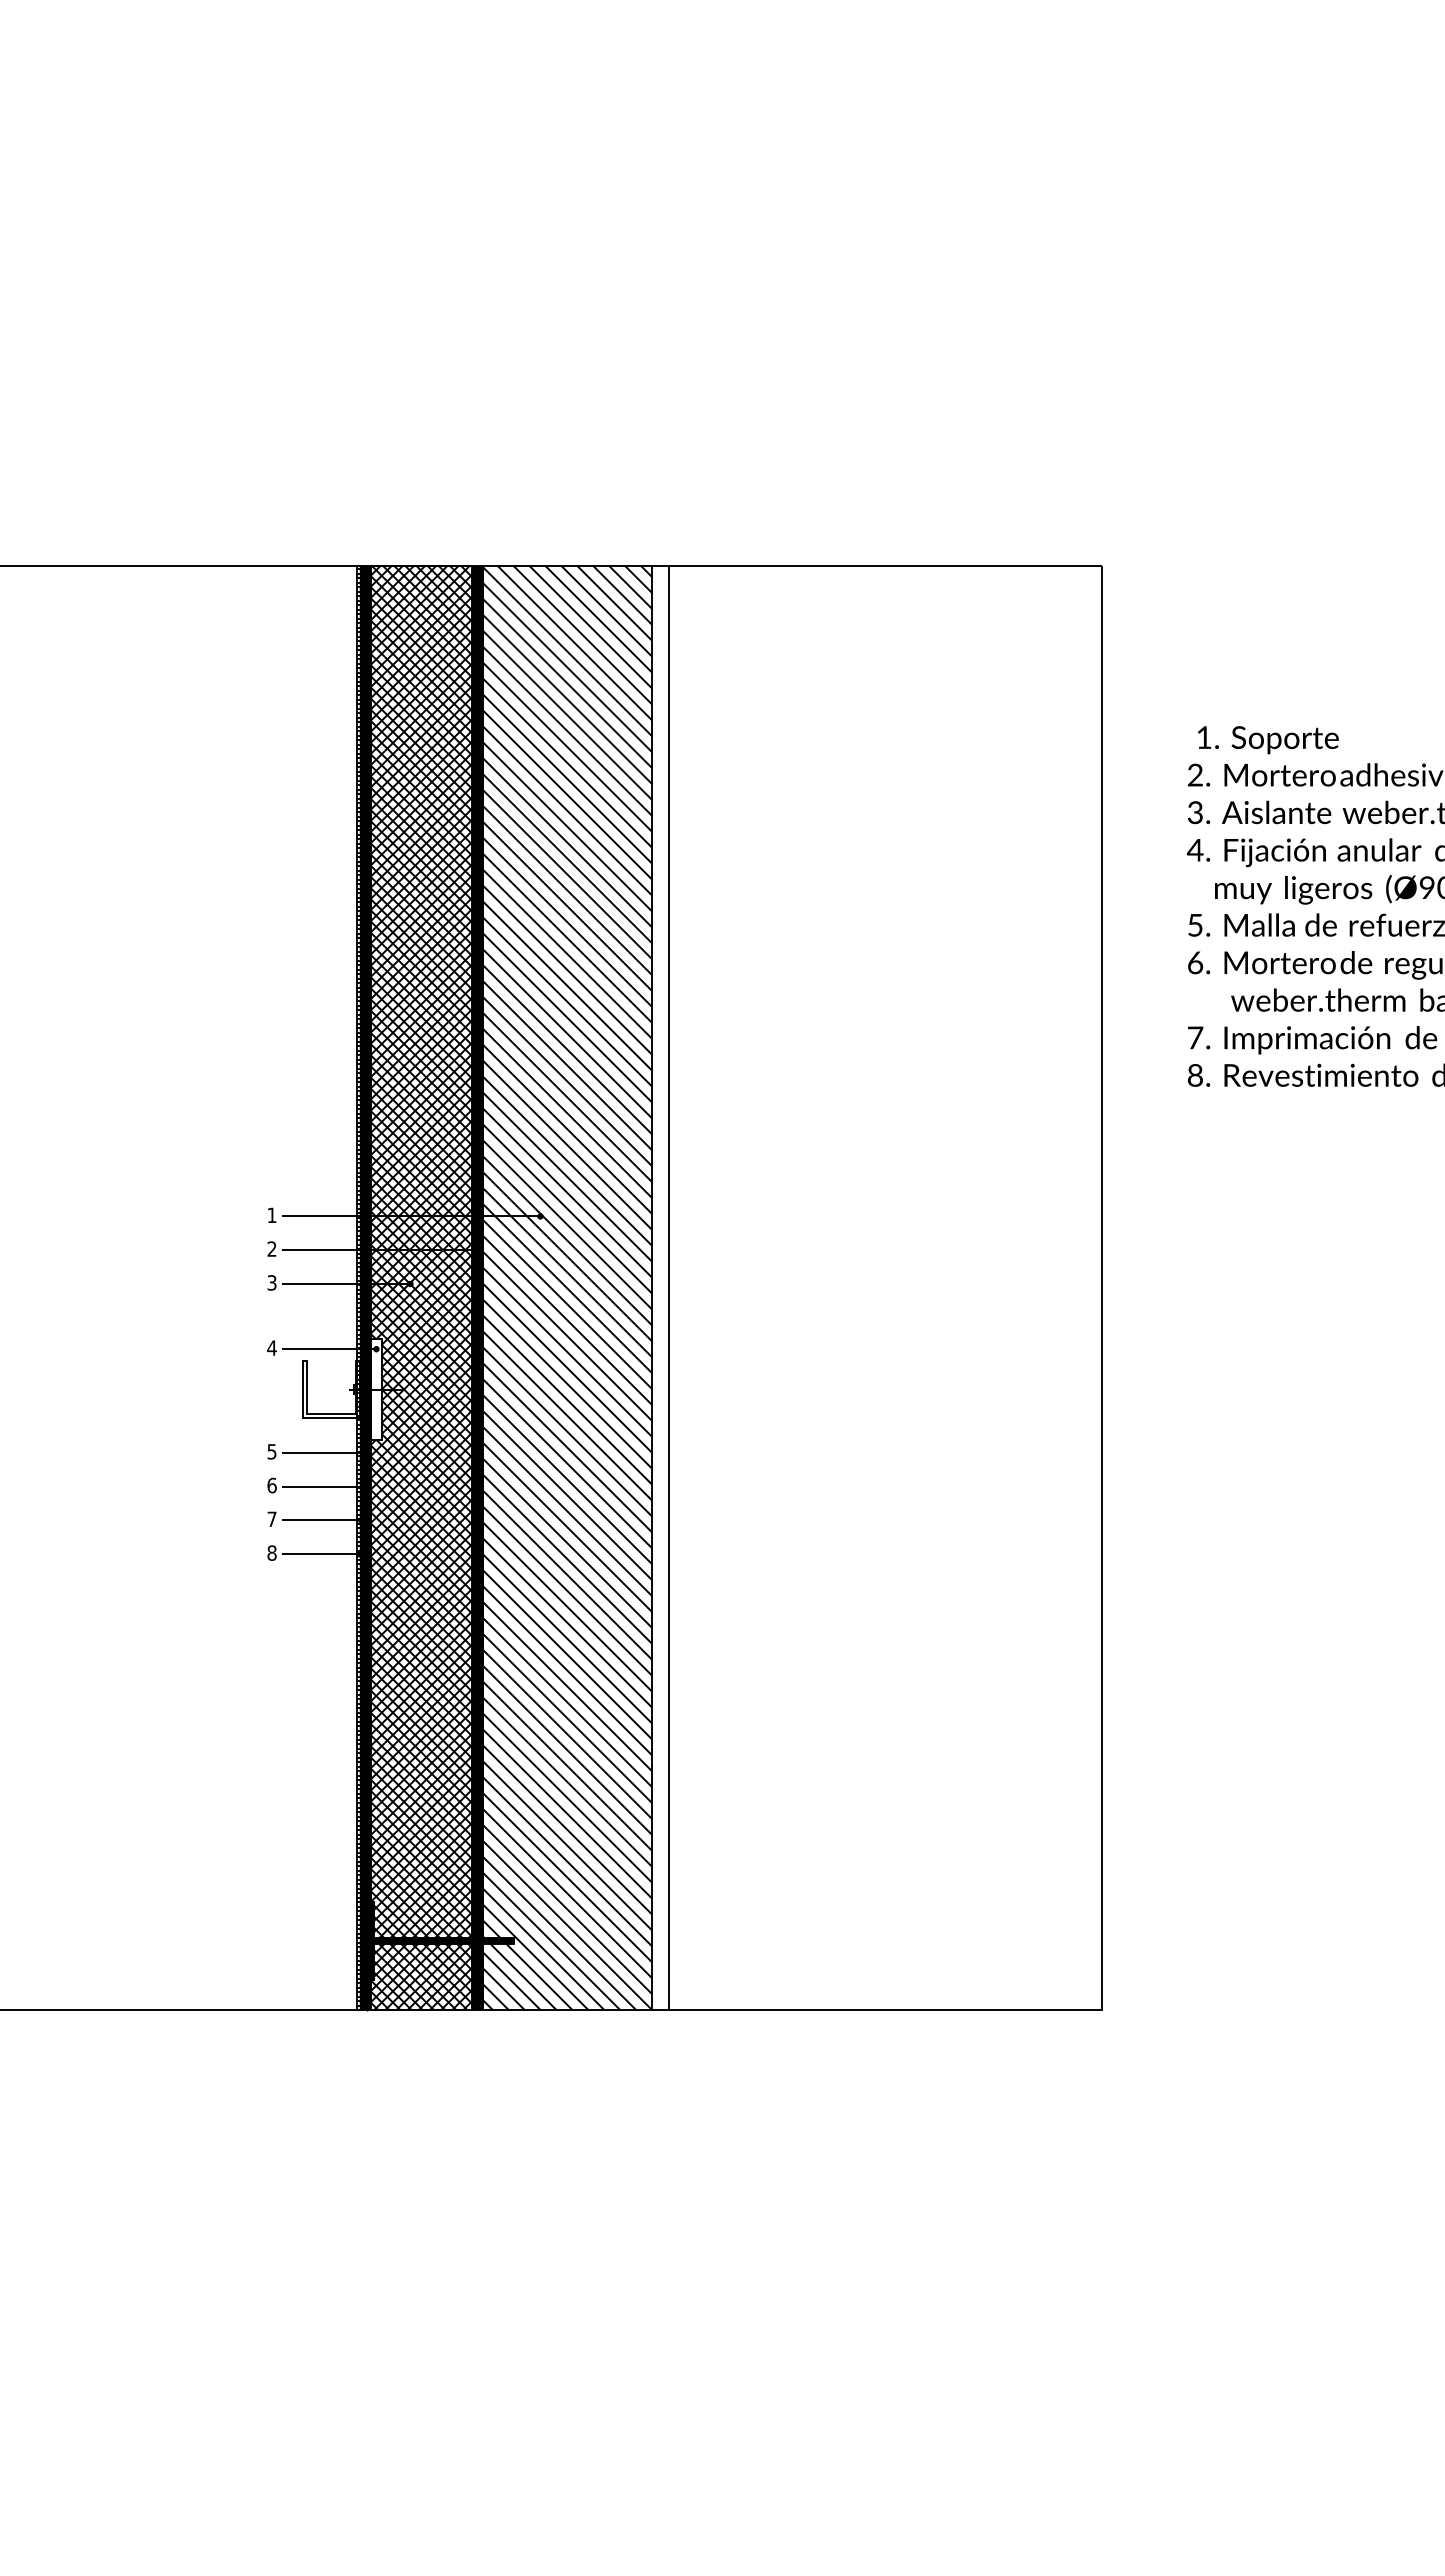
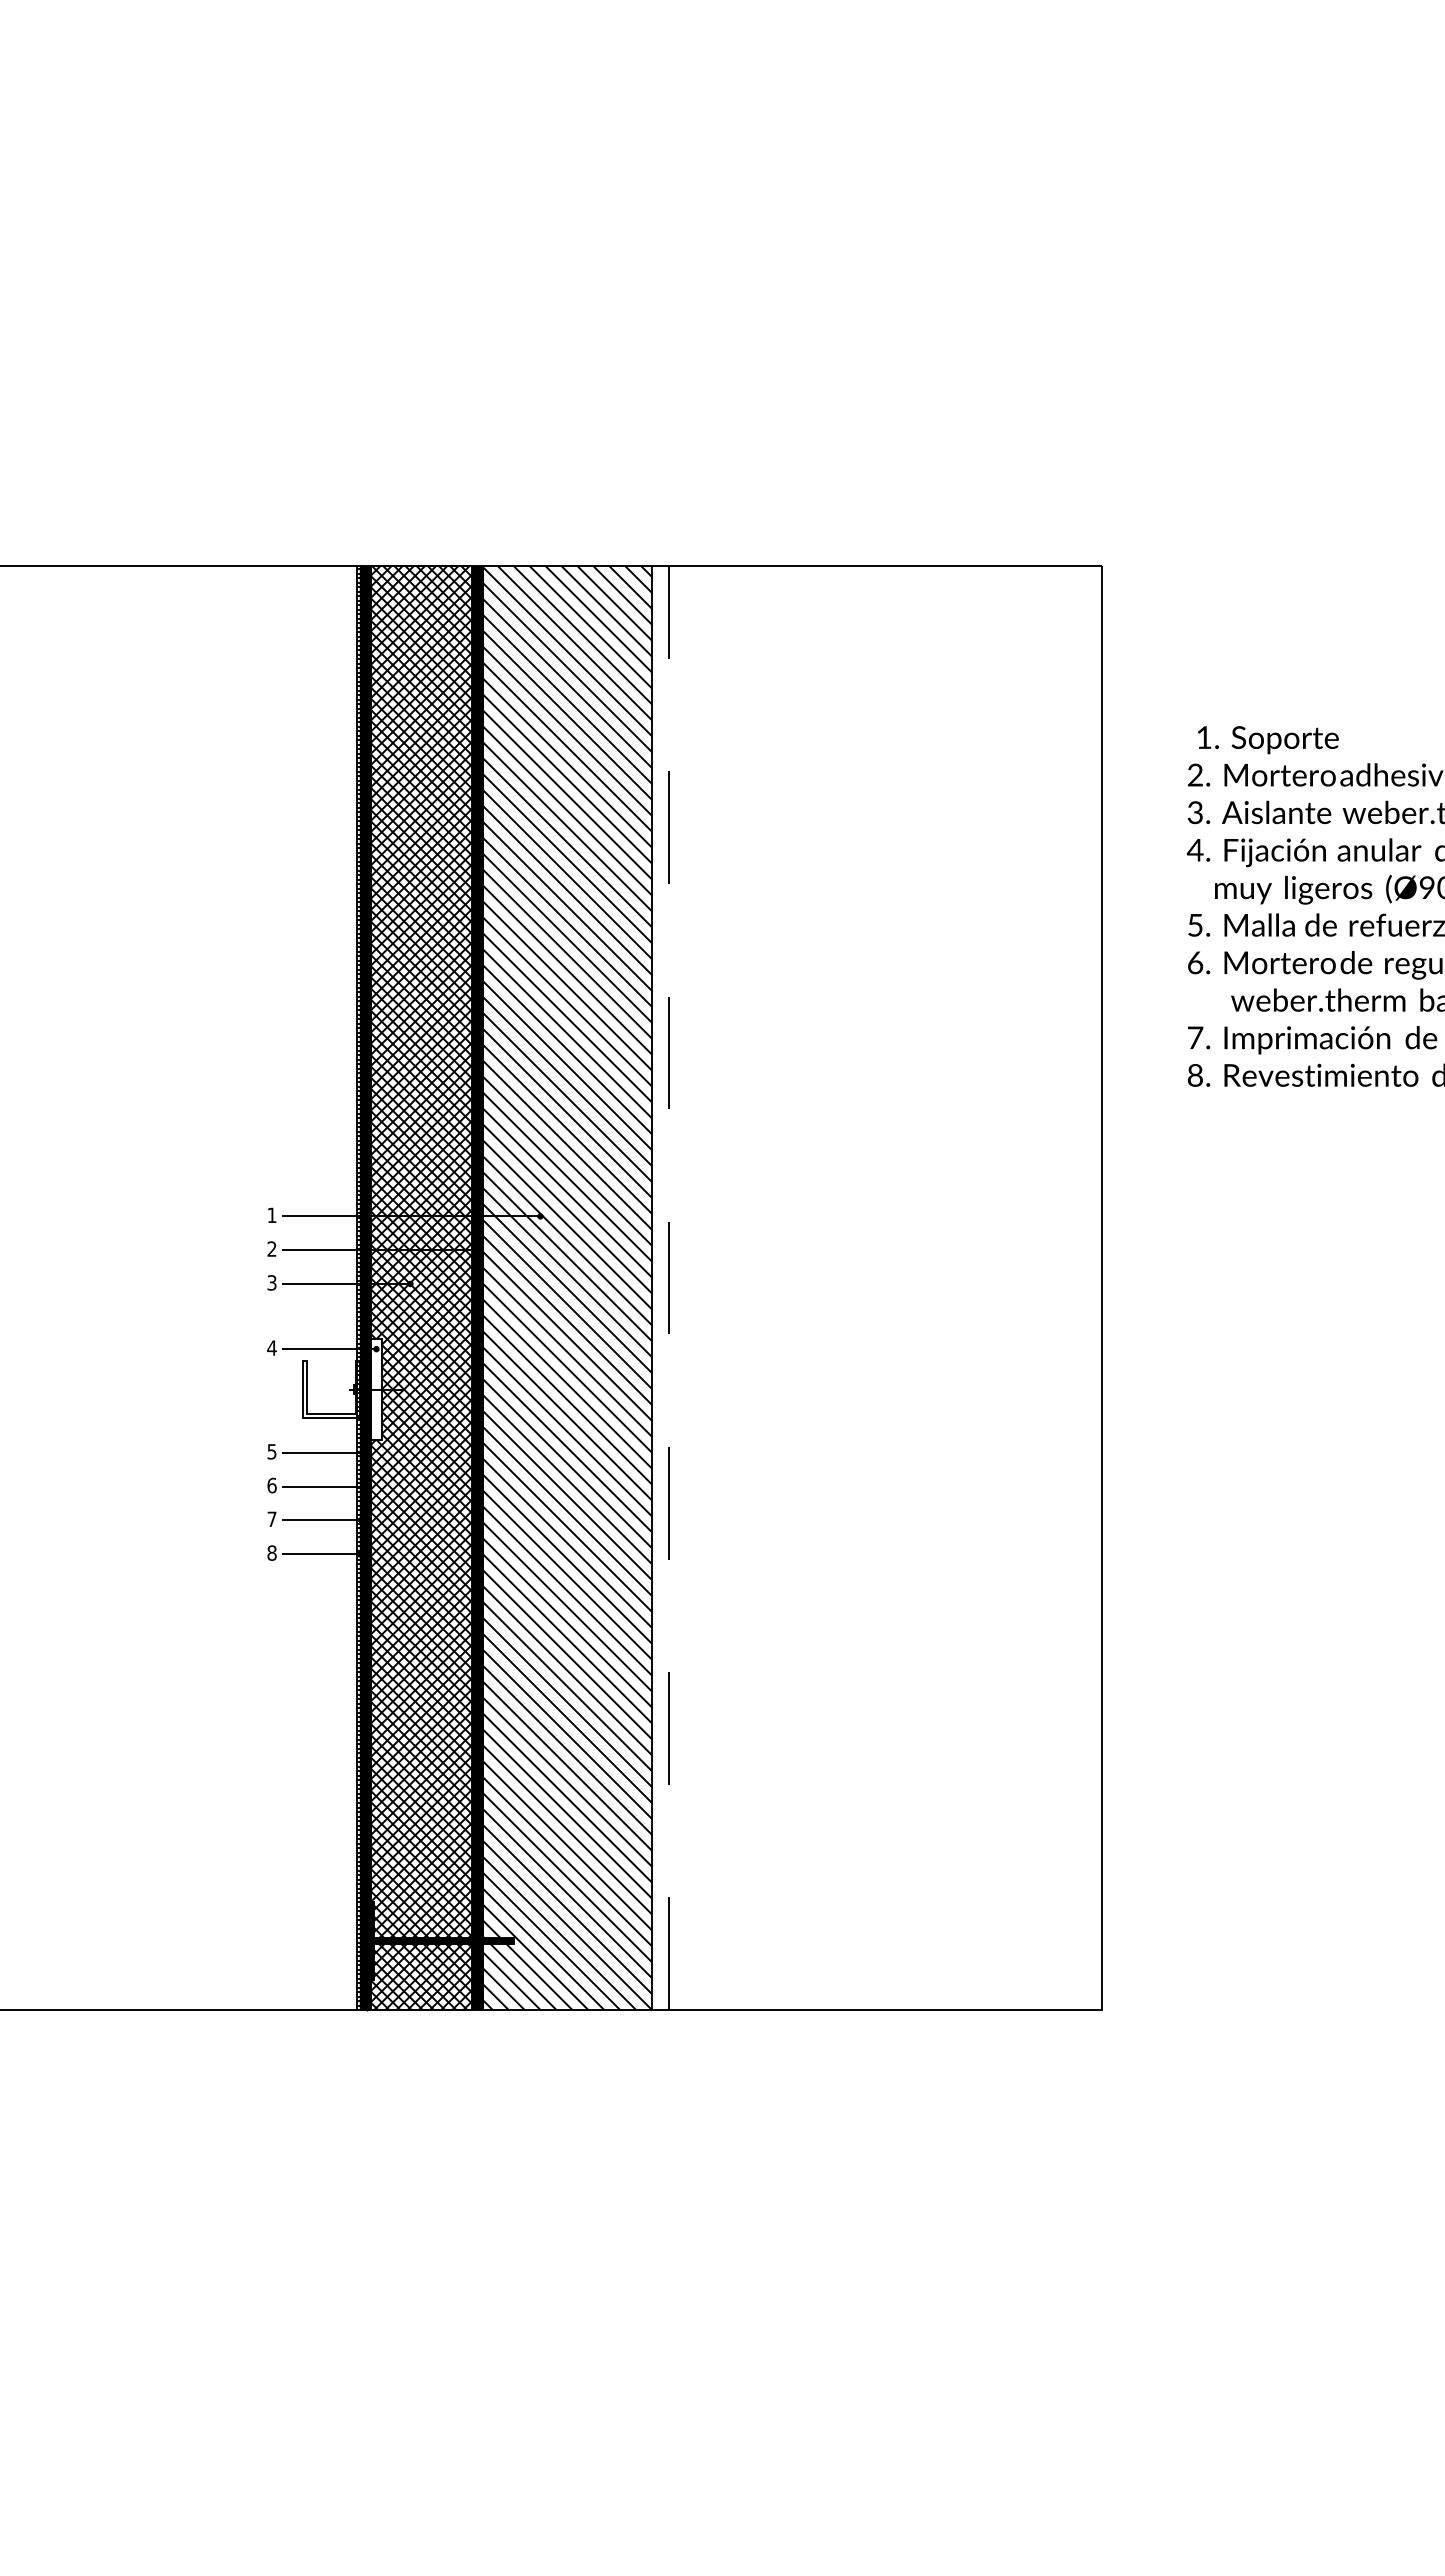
line at (669, 1288): solid -> dashed
